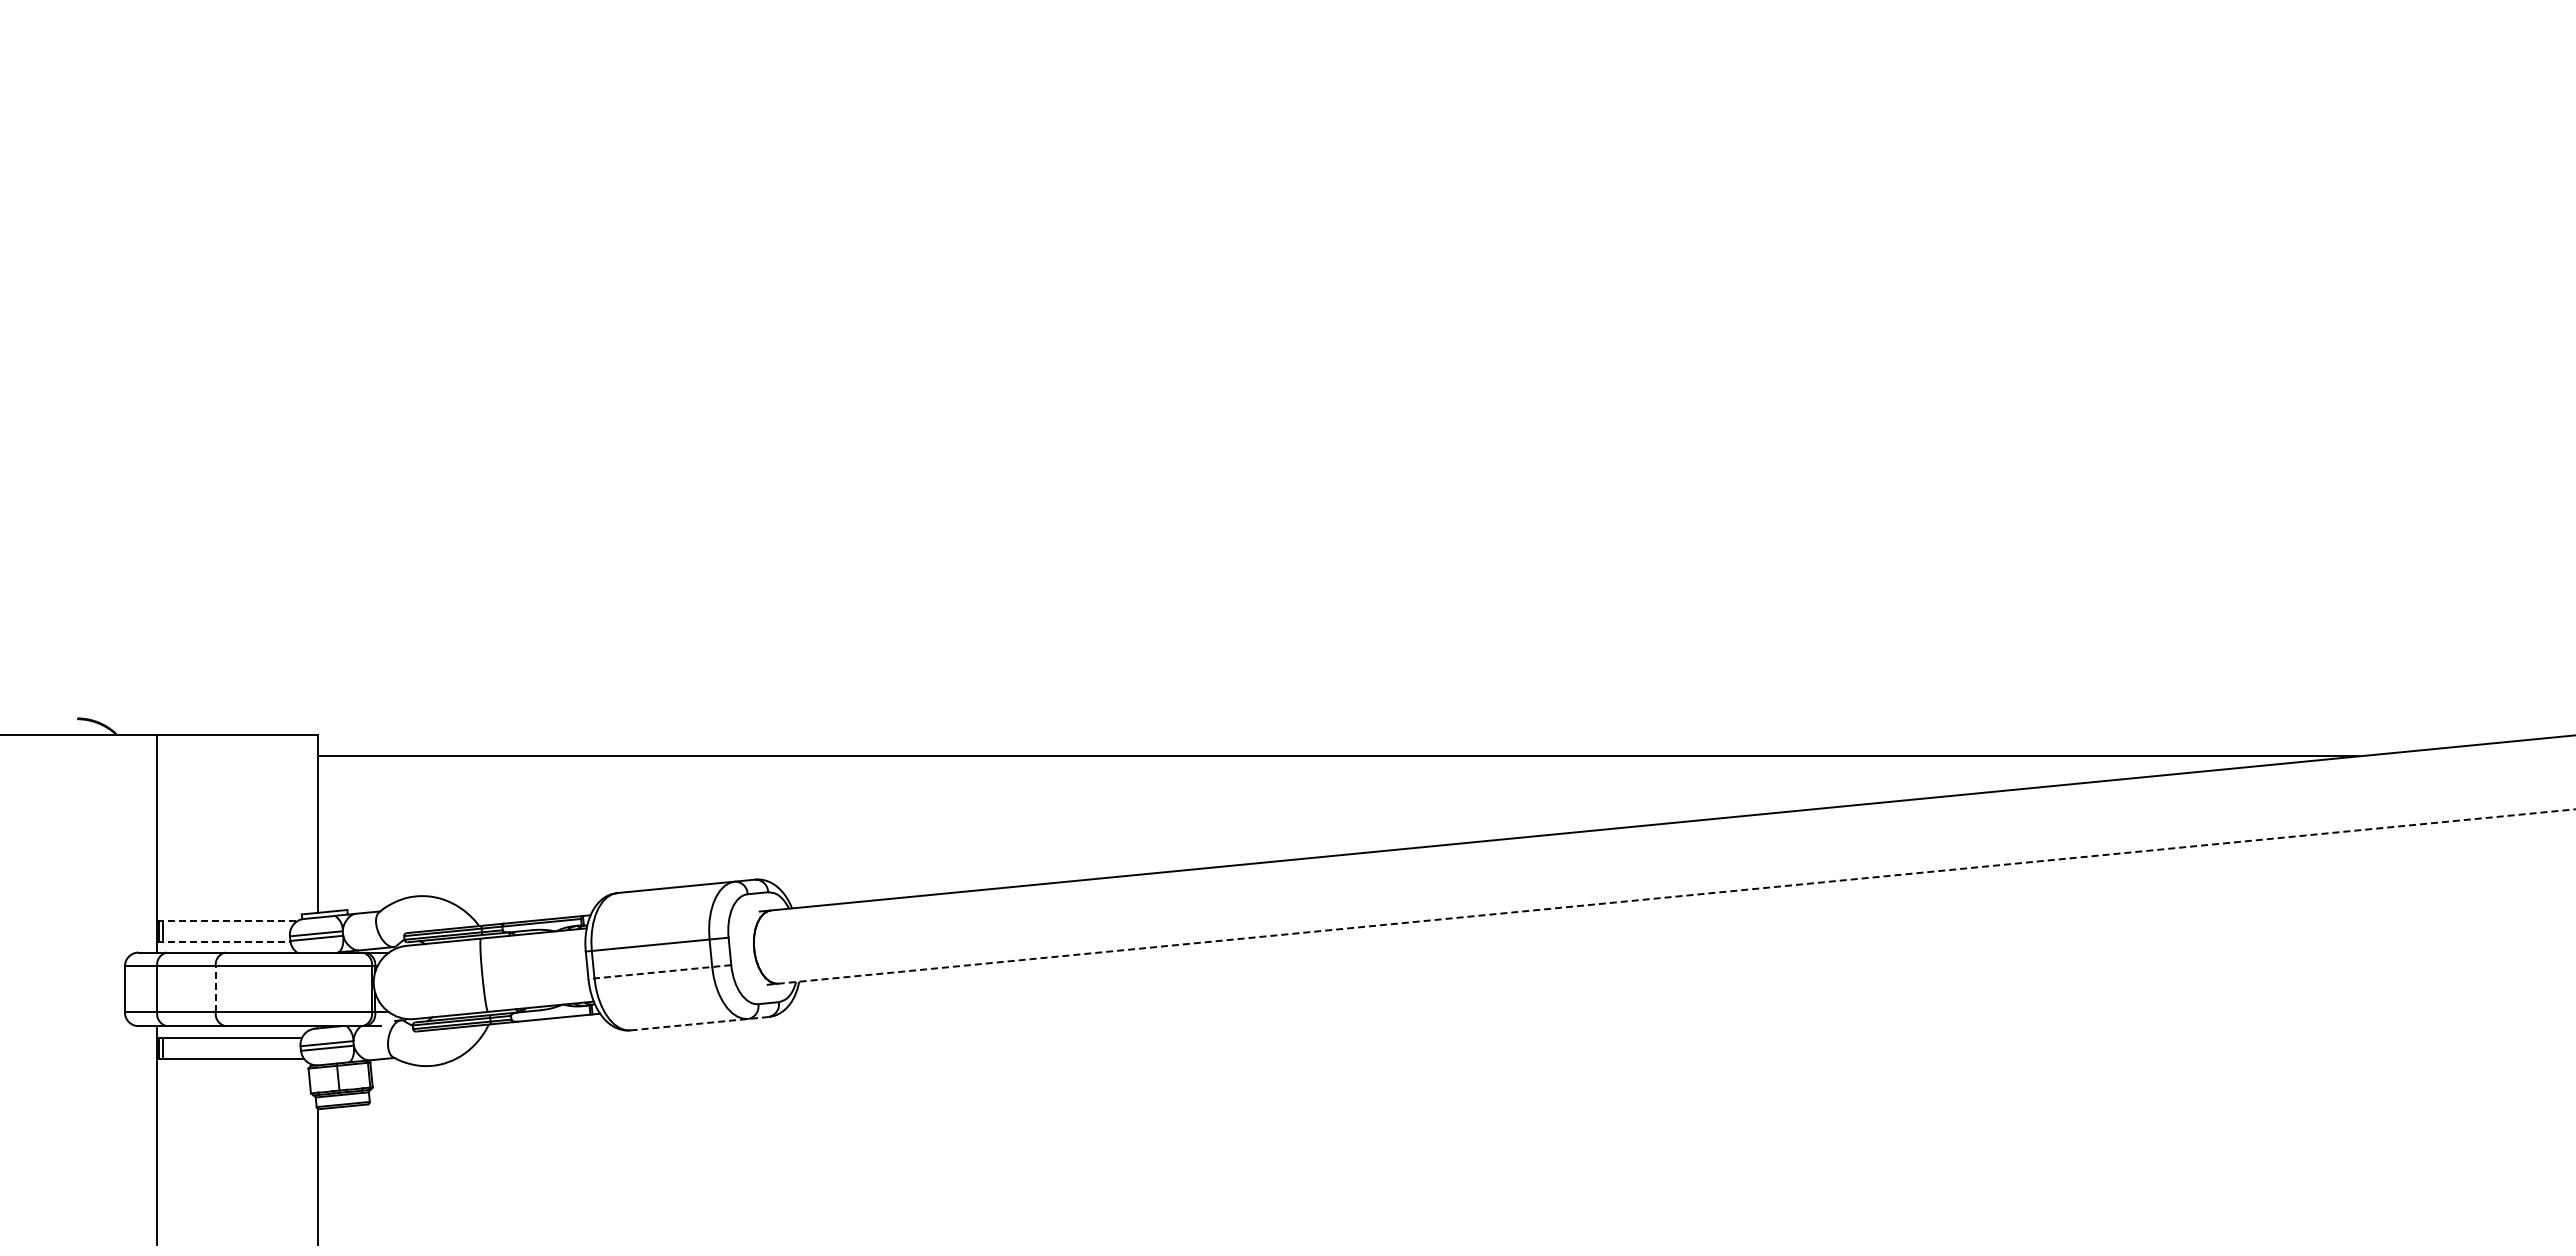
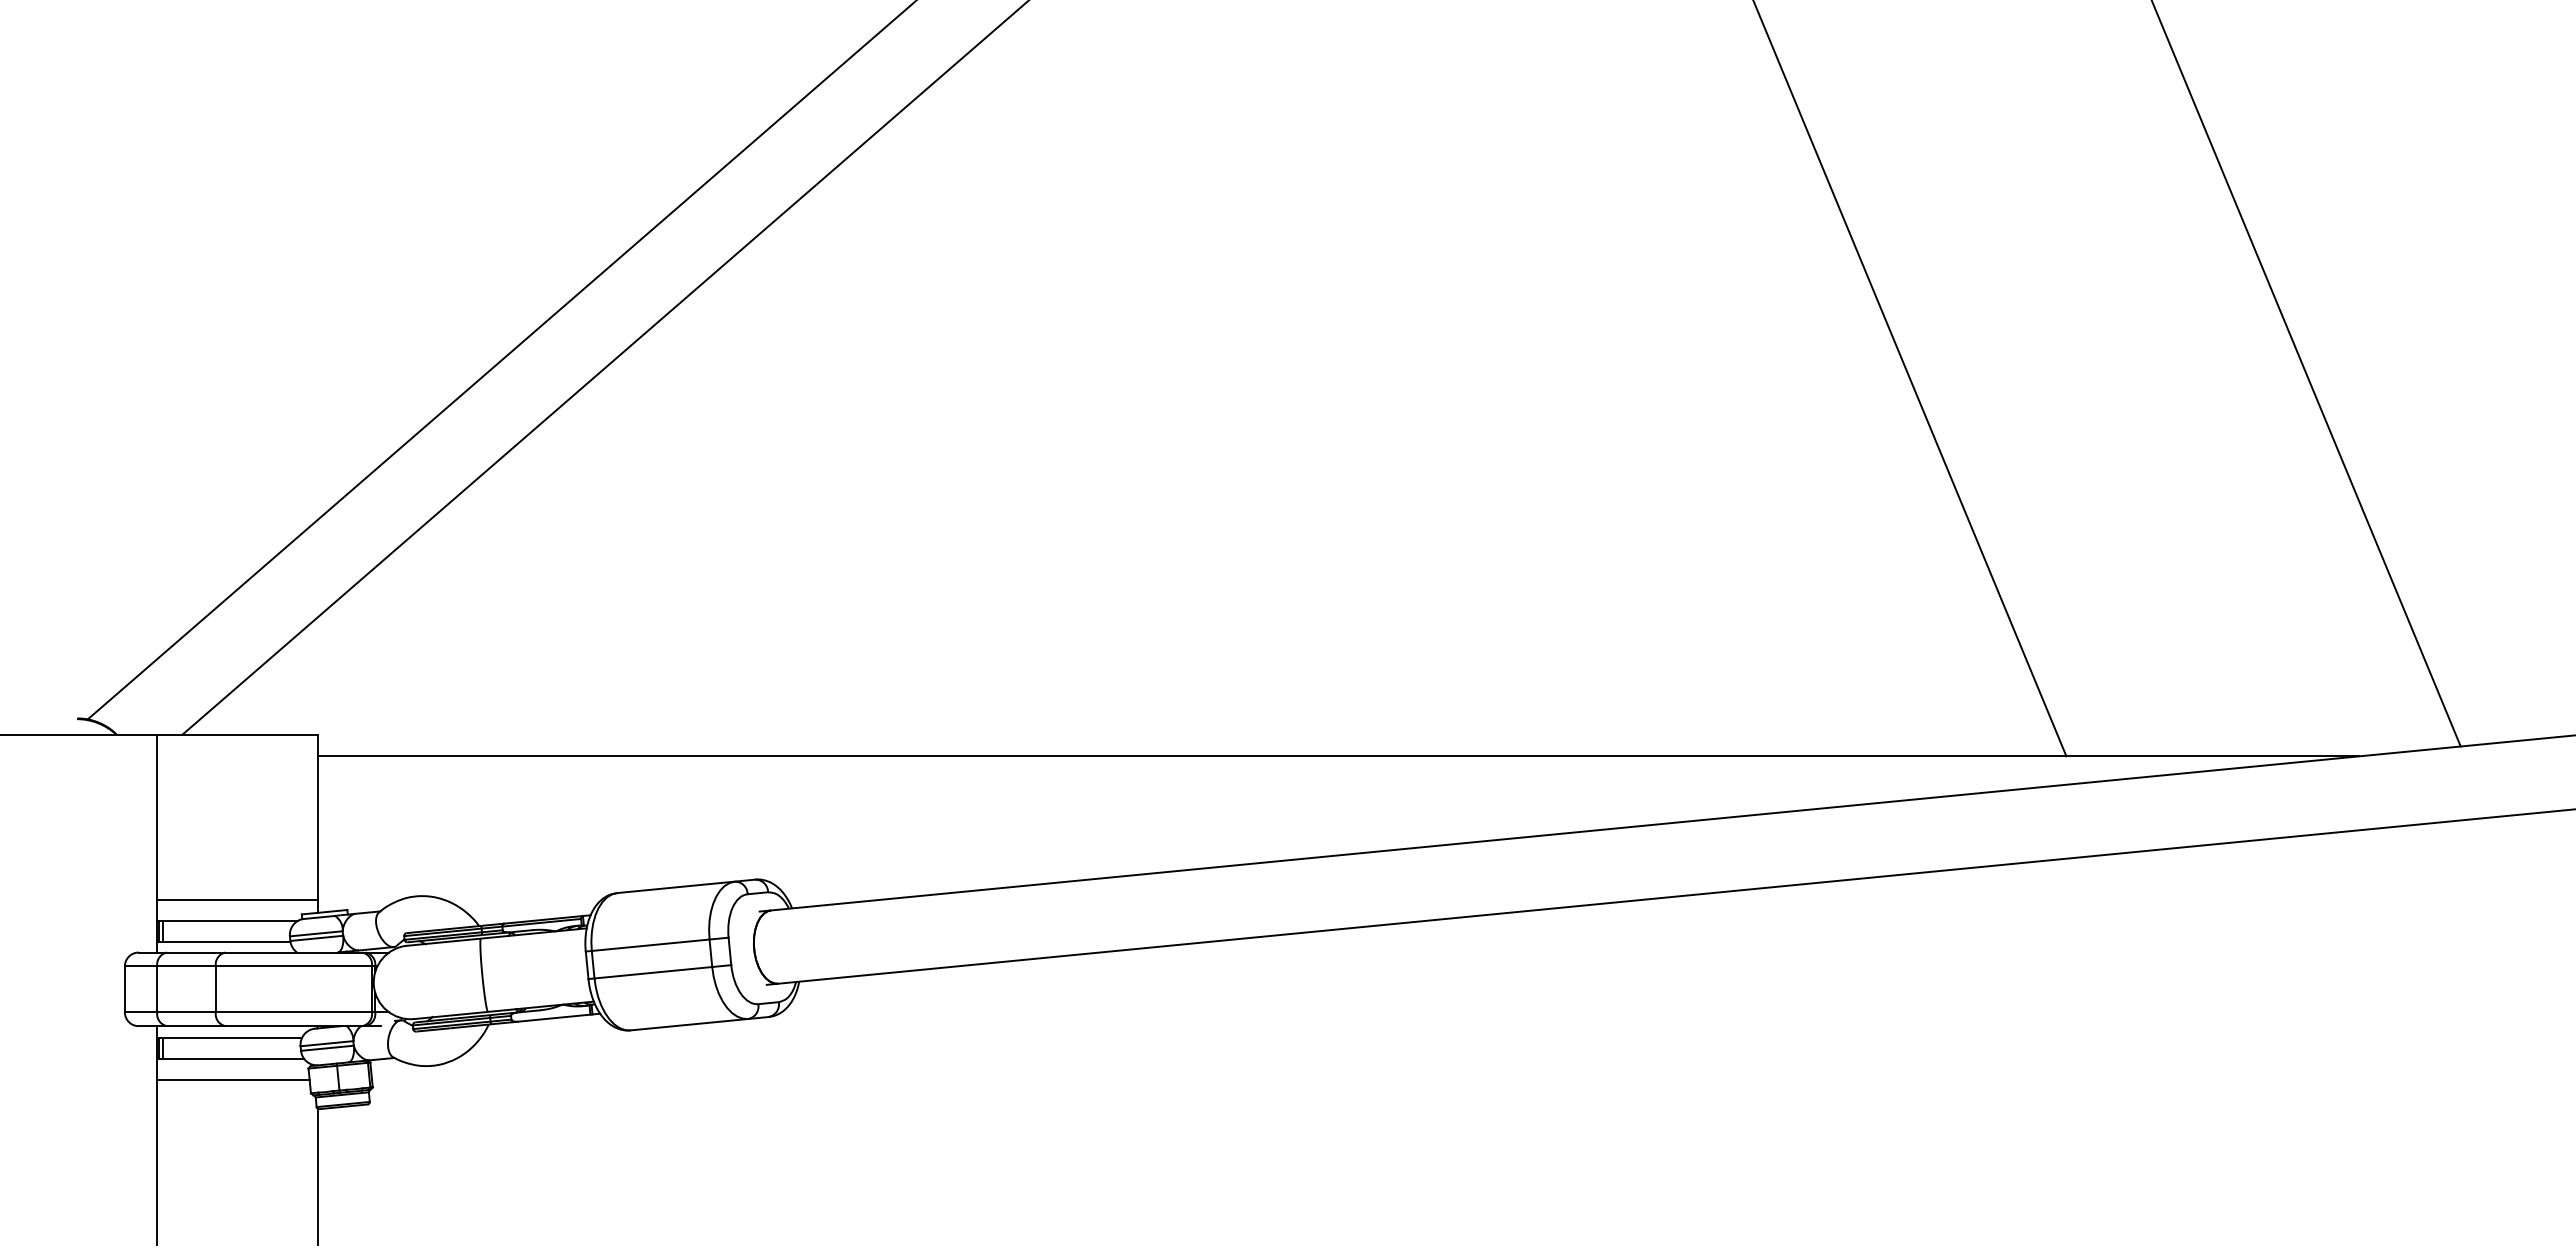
line at (500, 360): none -> present
line at (604, 368): none -> present
line at (2306, 374): none -> present
line at (1910, 379): none -> present
line at (1671, 897): dashed -> solid
line at (237, 900): none -> present
line at (227, 921): dashed -> solid
line at (223, 941): dashed -> solid
line at (659, 972): dashed -> solid
line at (215, 988): dashed -> solid
line at (700, 1023): dashed -> solid
line at (233, 1079): none -> present
